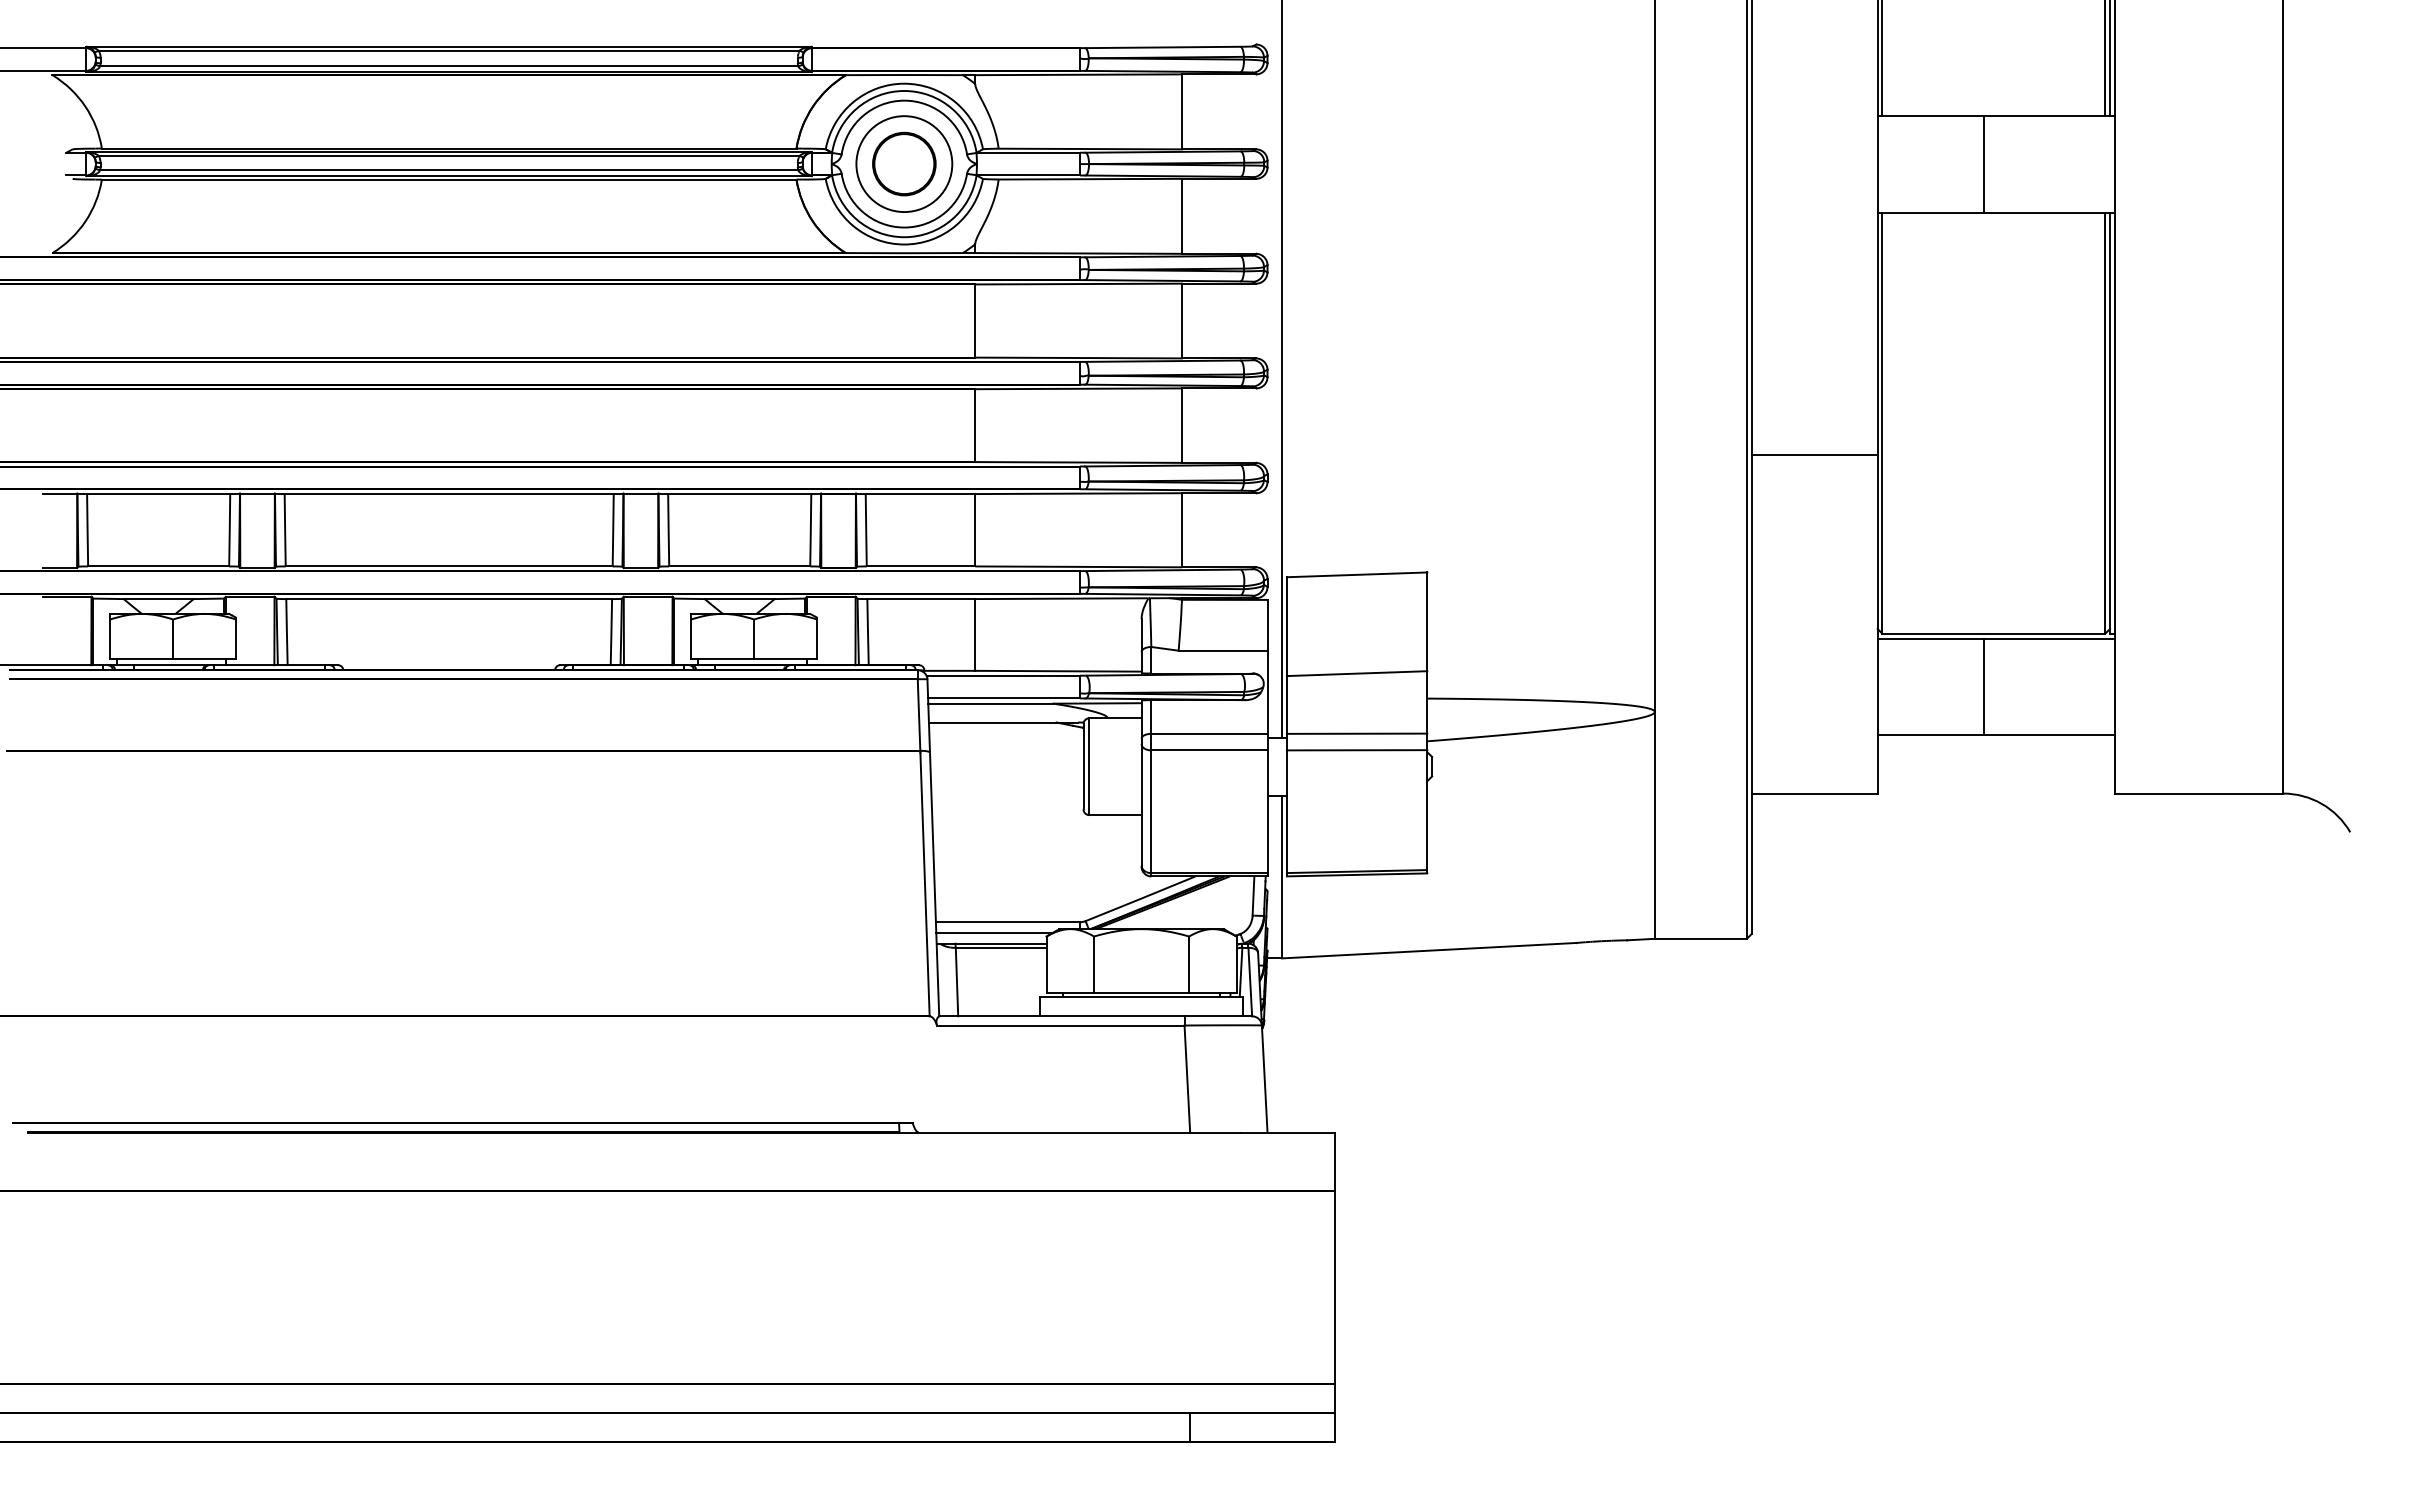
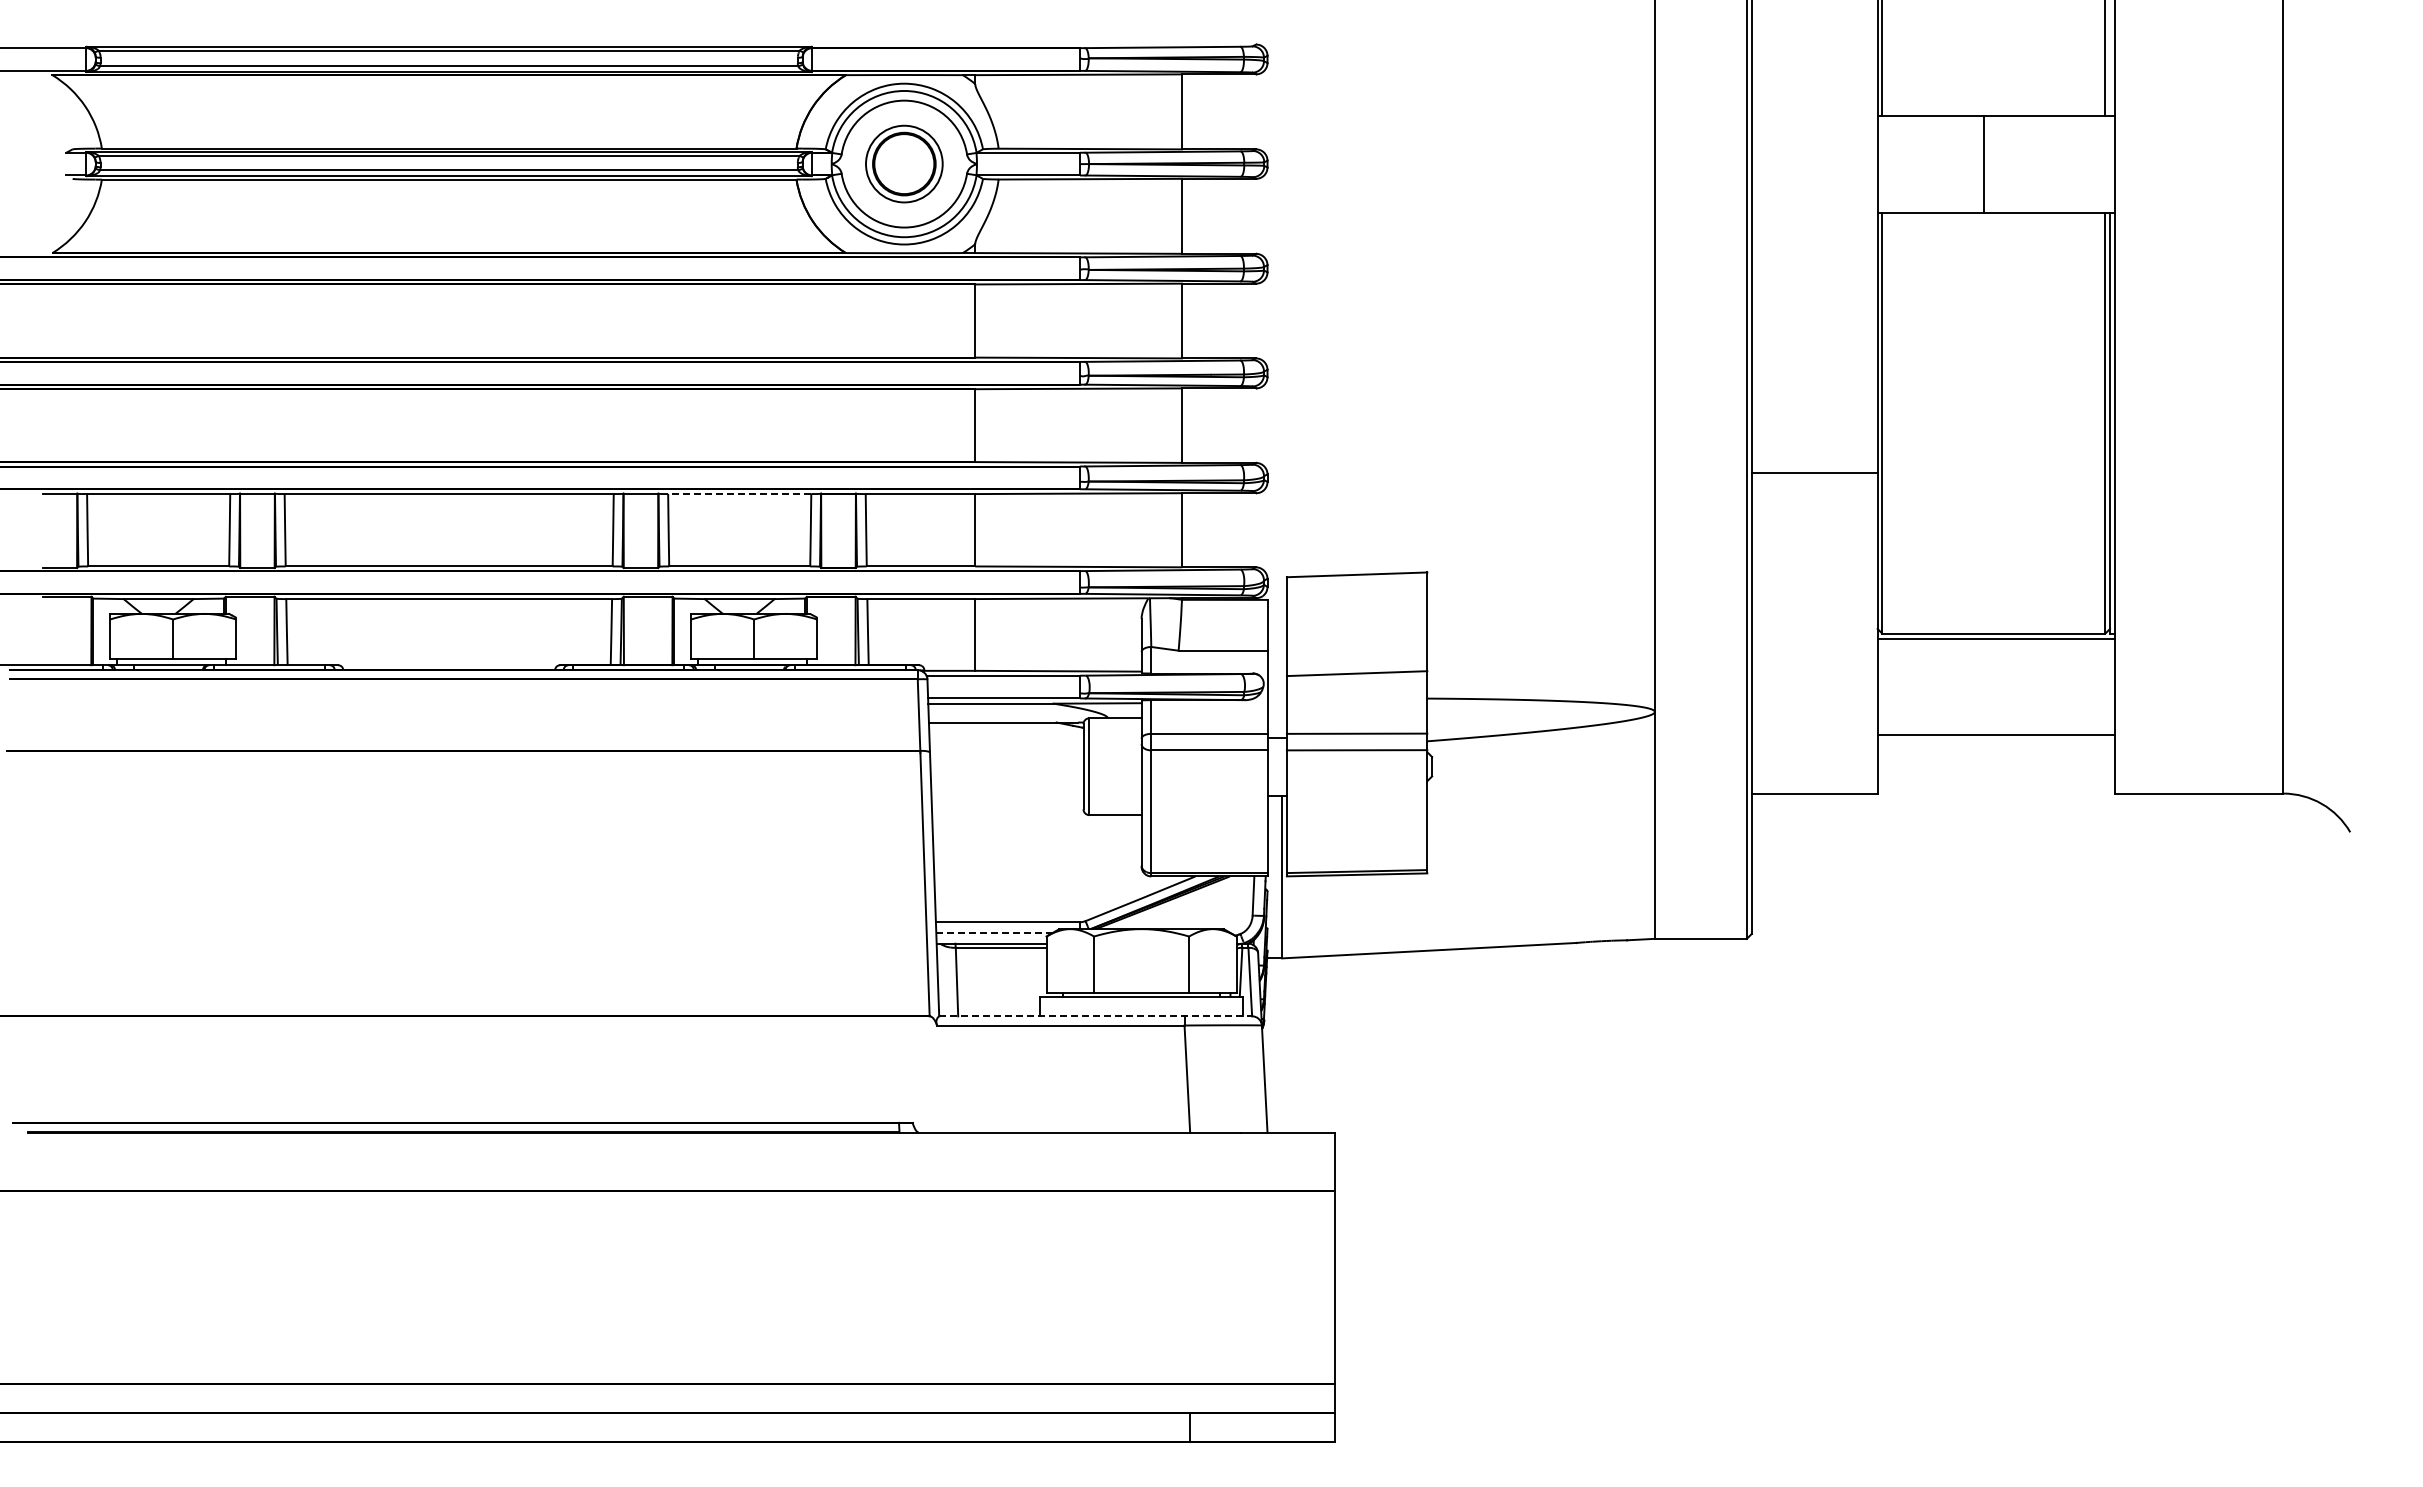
line at (2110, 58): present -> none
circle at (904, 164) diameter: 96 px -> 77 px
line at (1282, 369): present -> none
line at (1814, 454) position: (1814, 454) -> (1814, 472)
line at (739, 494): solid -> dashed
line at (1984, 686): present -> none
line at (994, 933): solid -> dashed
line at (1095, 1016): solid -> dashed
